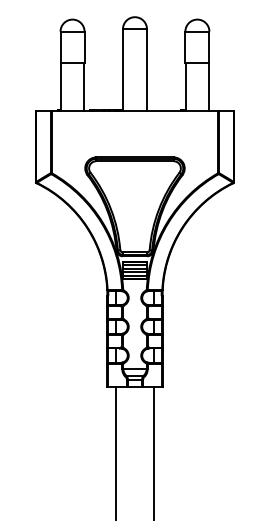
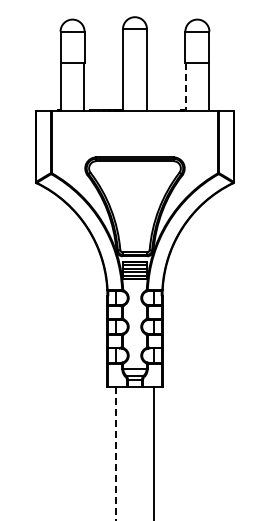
line at (185, 87): solid -> dashed
line at (115, 453): solid -> dashed
